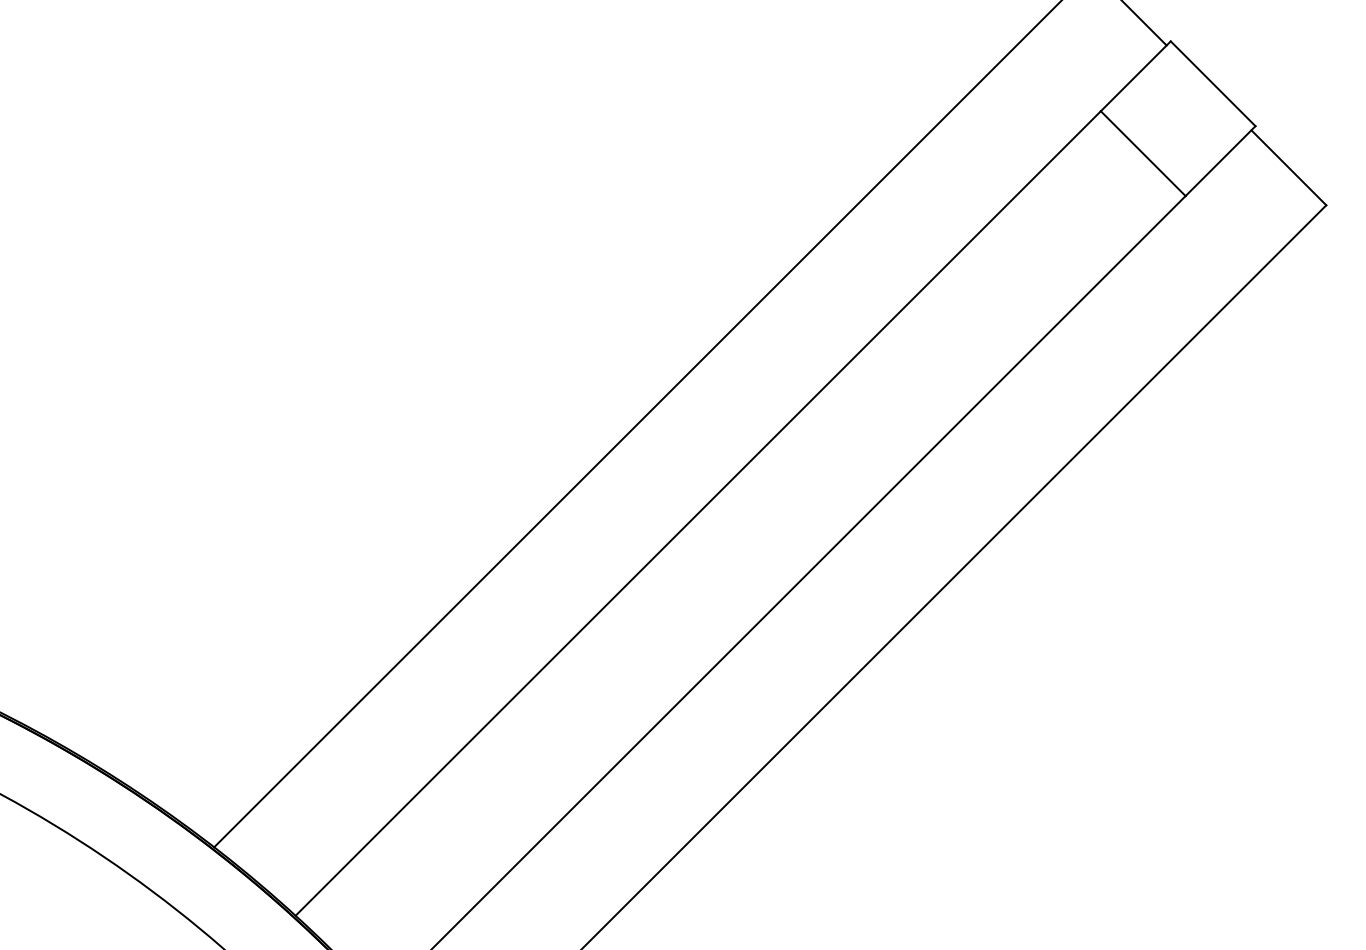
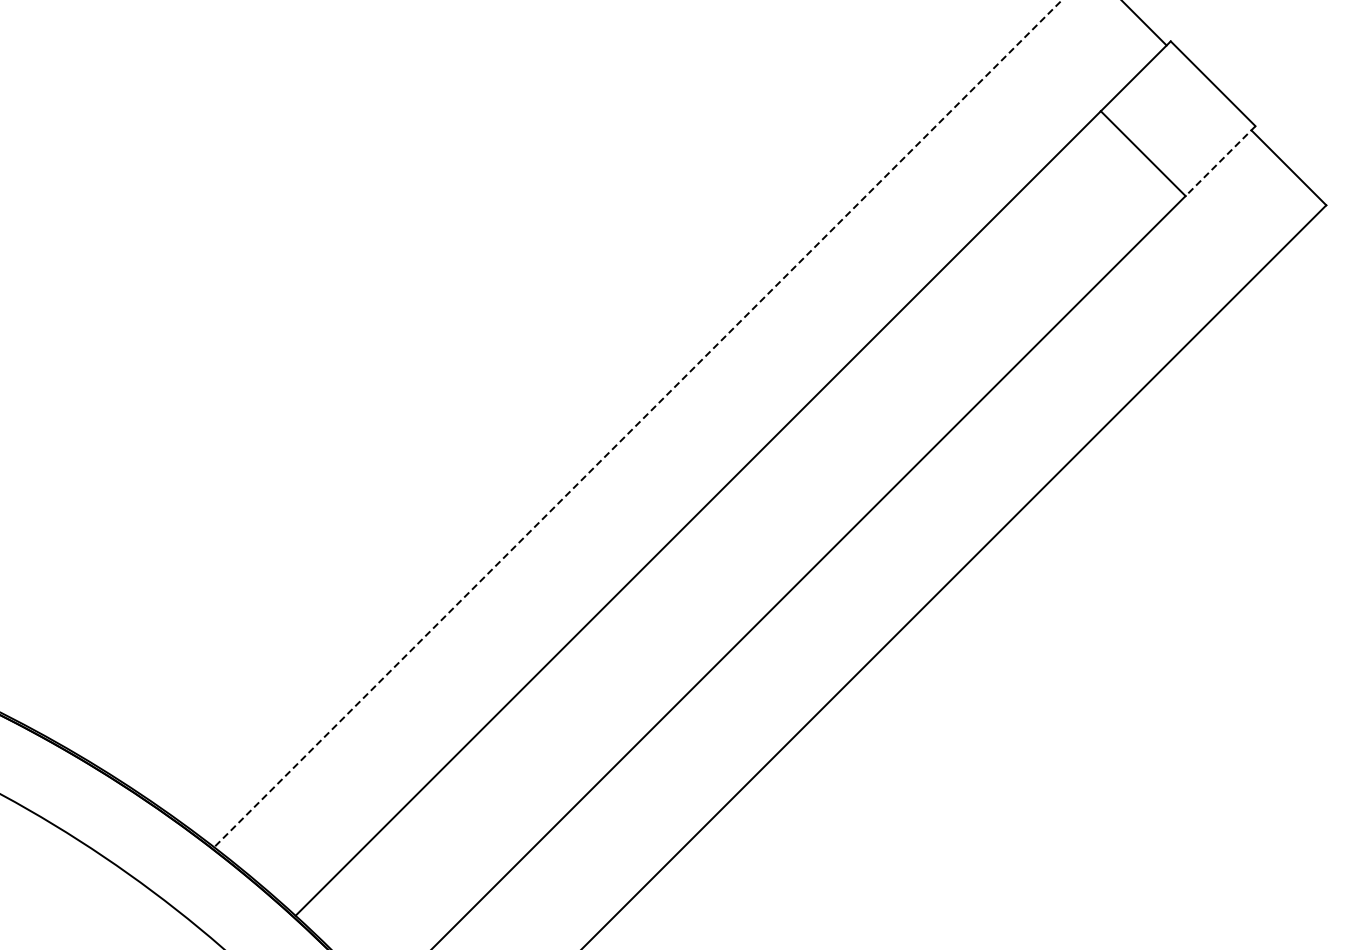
line at (1220, 161): solid -> dashed
line at (637, 424): solid -> dashed
